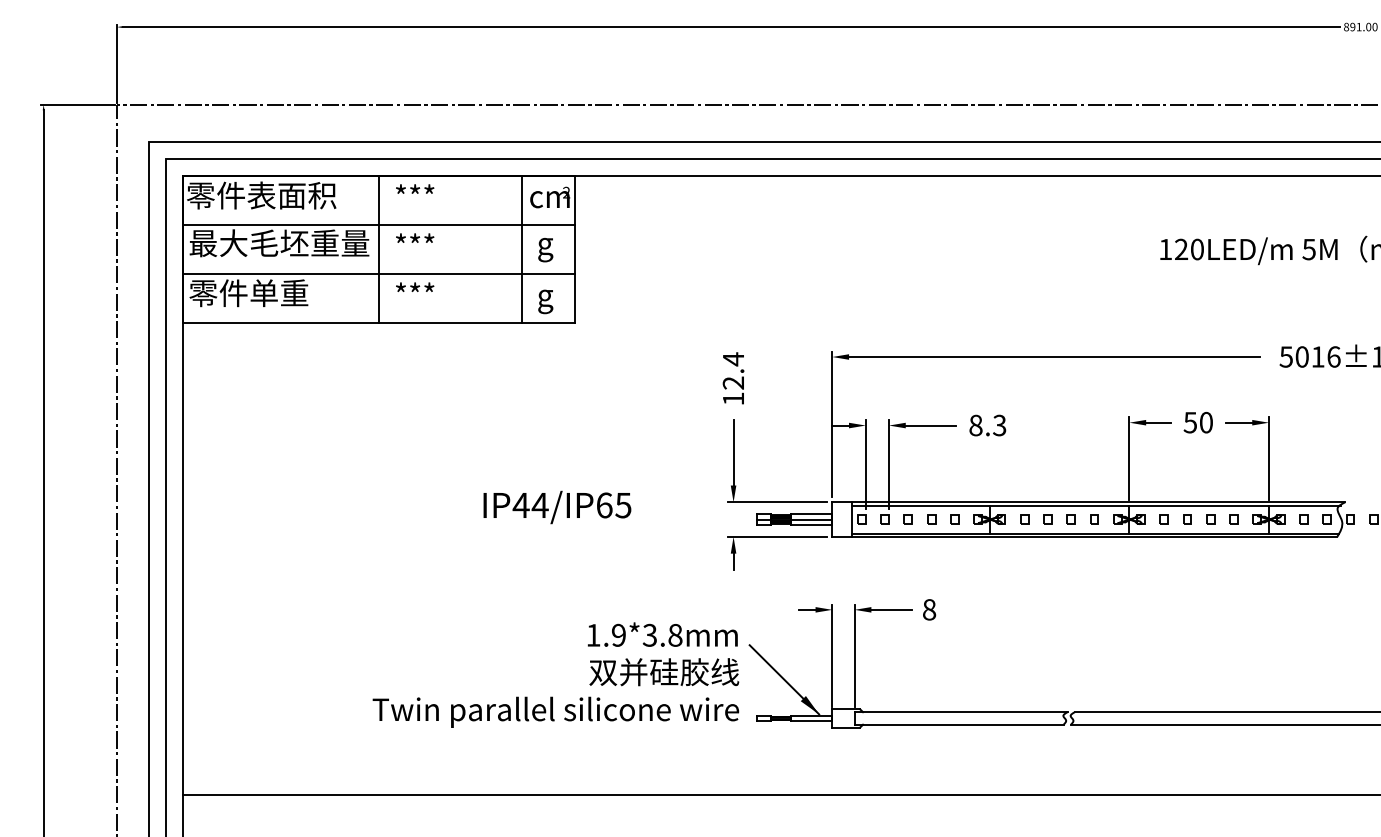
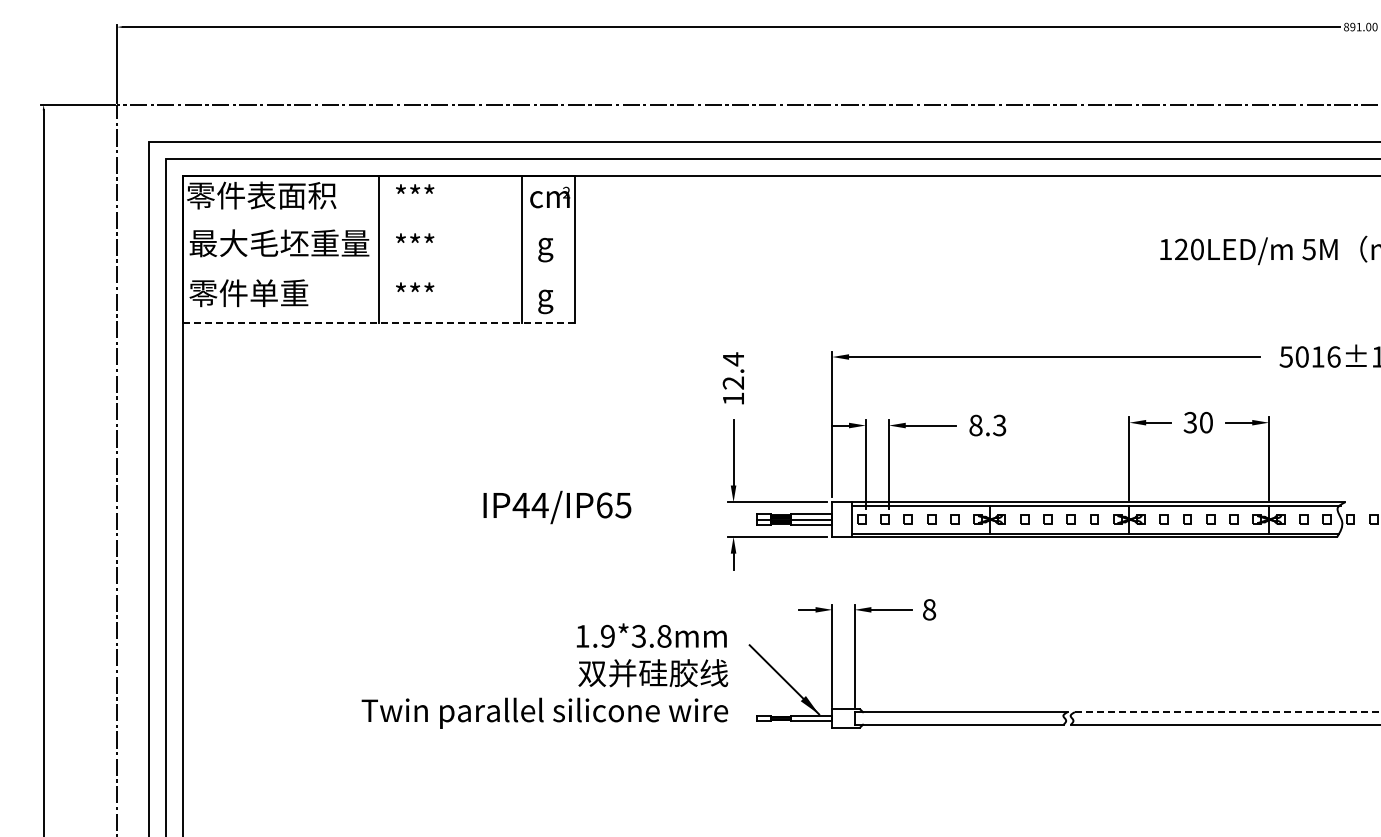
line at (378, 225): present -> none
line at (378, 274): present -> none
line at (379, 323): solid -> dashed
text at (1190, 421): 50 -> 30
text at (555, 674) position: (555, 674) -> (544, 675)
line at (1227, 712): solid -> dashed
line at (779, 795): present -> none
